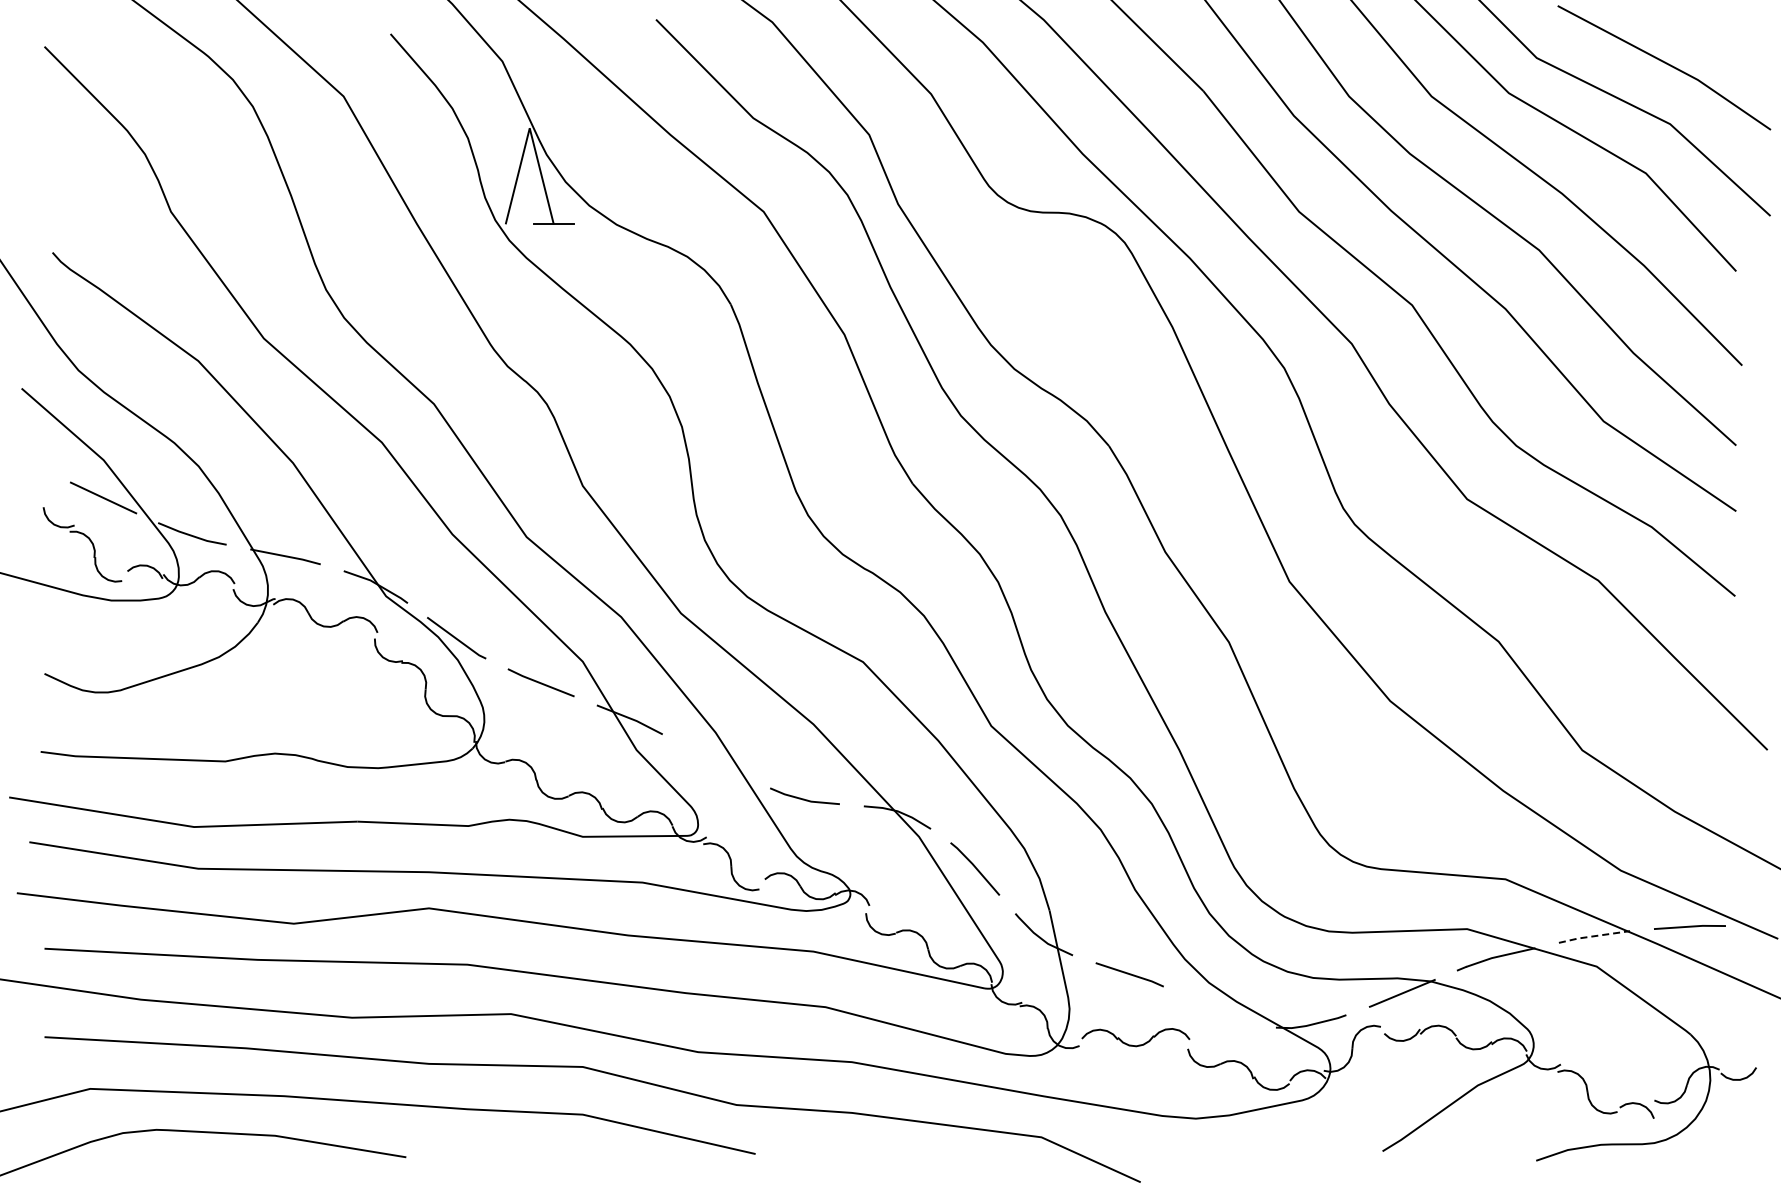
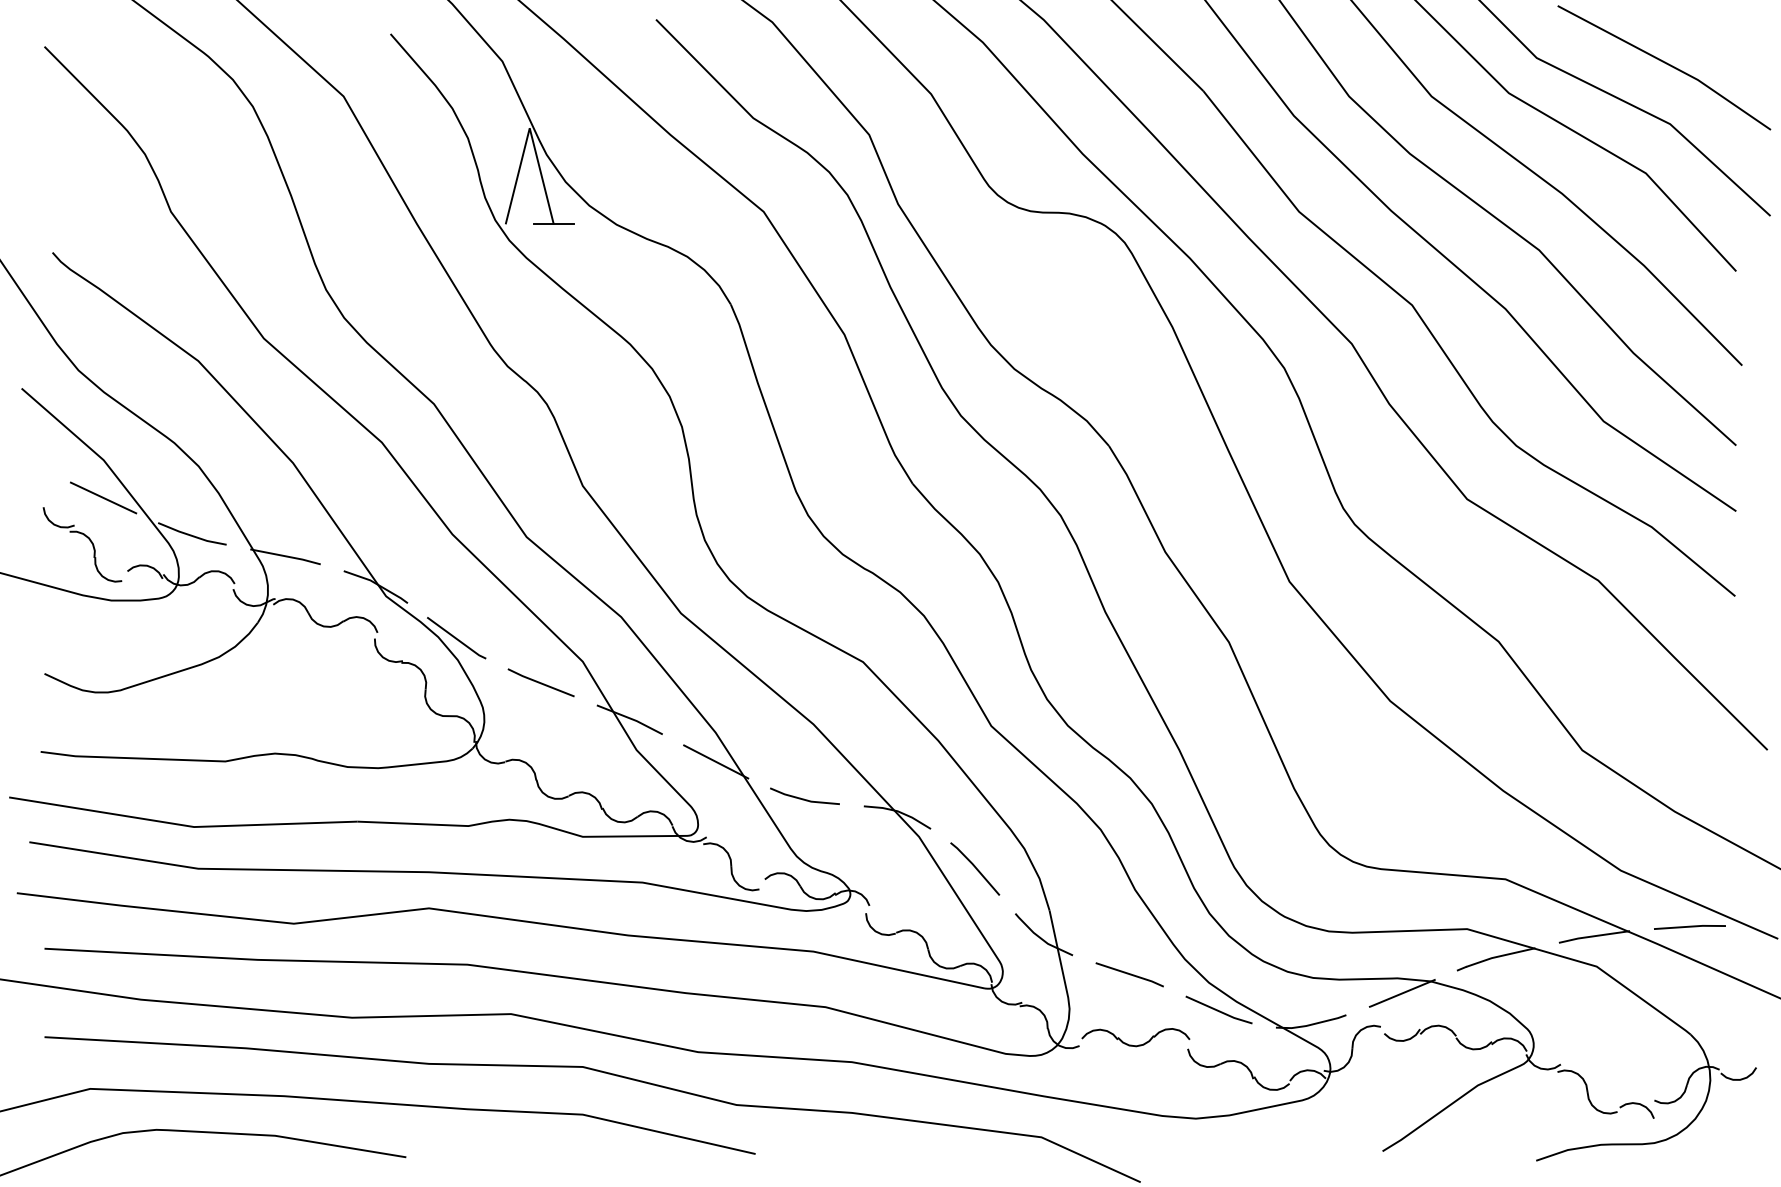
line at (716, 761): none -> present
line at (1593, 936): dashed -> solid
line at (1217, 1009): none -> present
